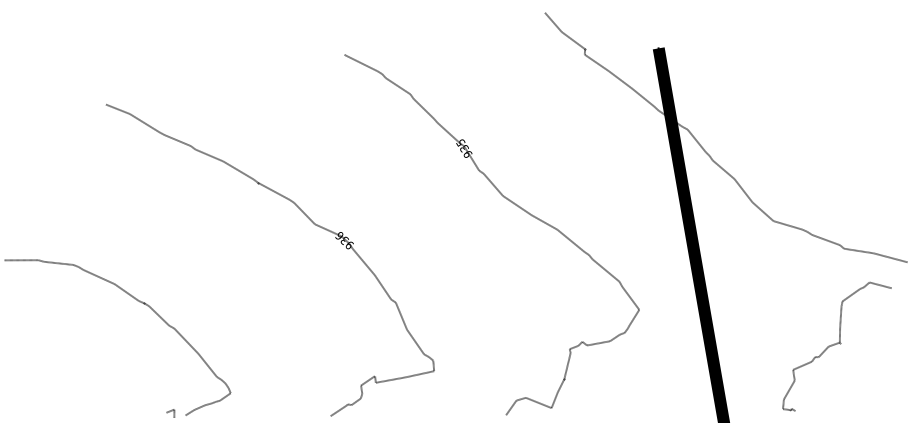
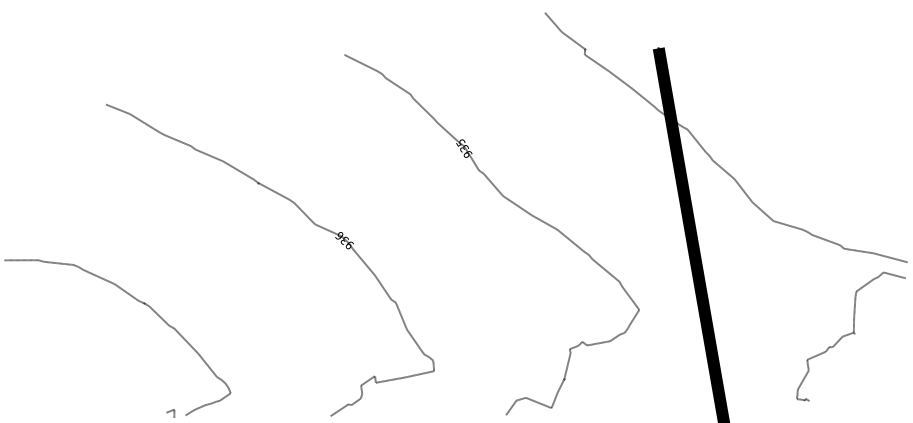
curve at (836, 344) position: (836, 344) -> (850, 334)
